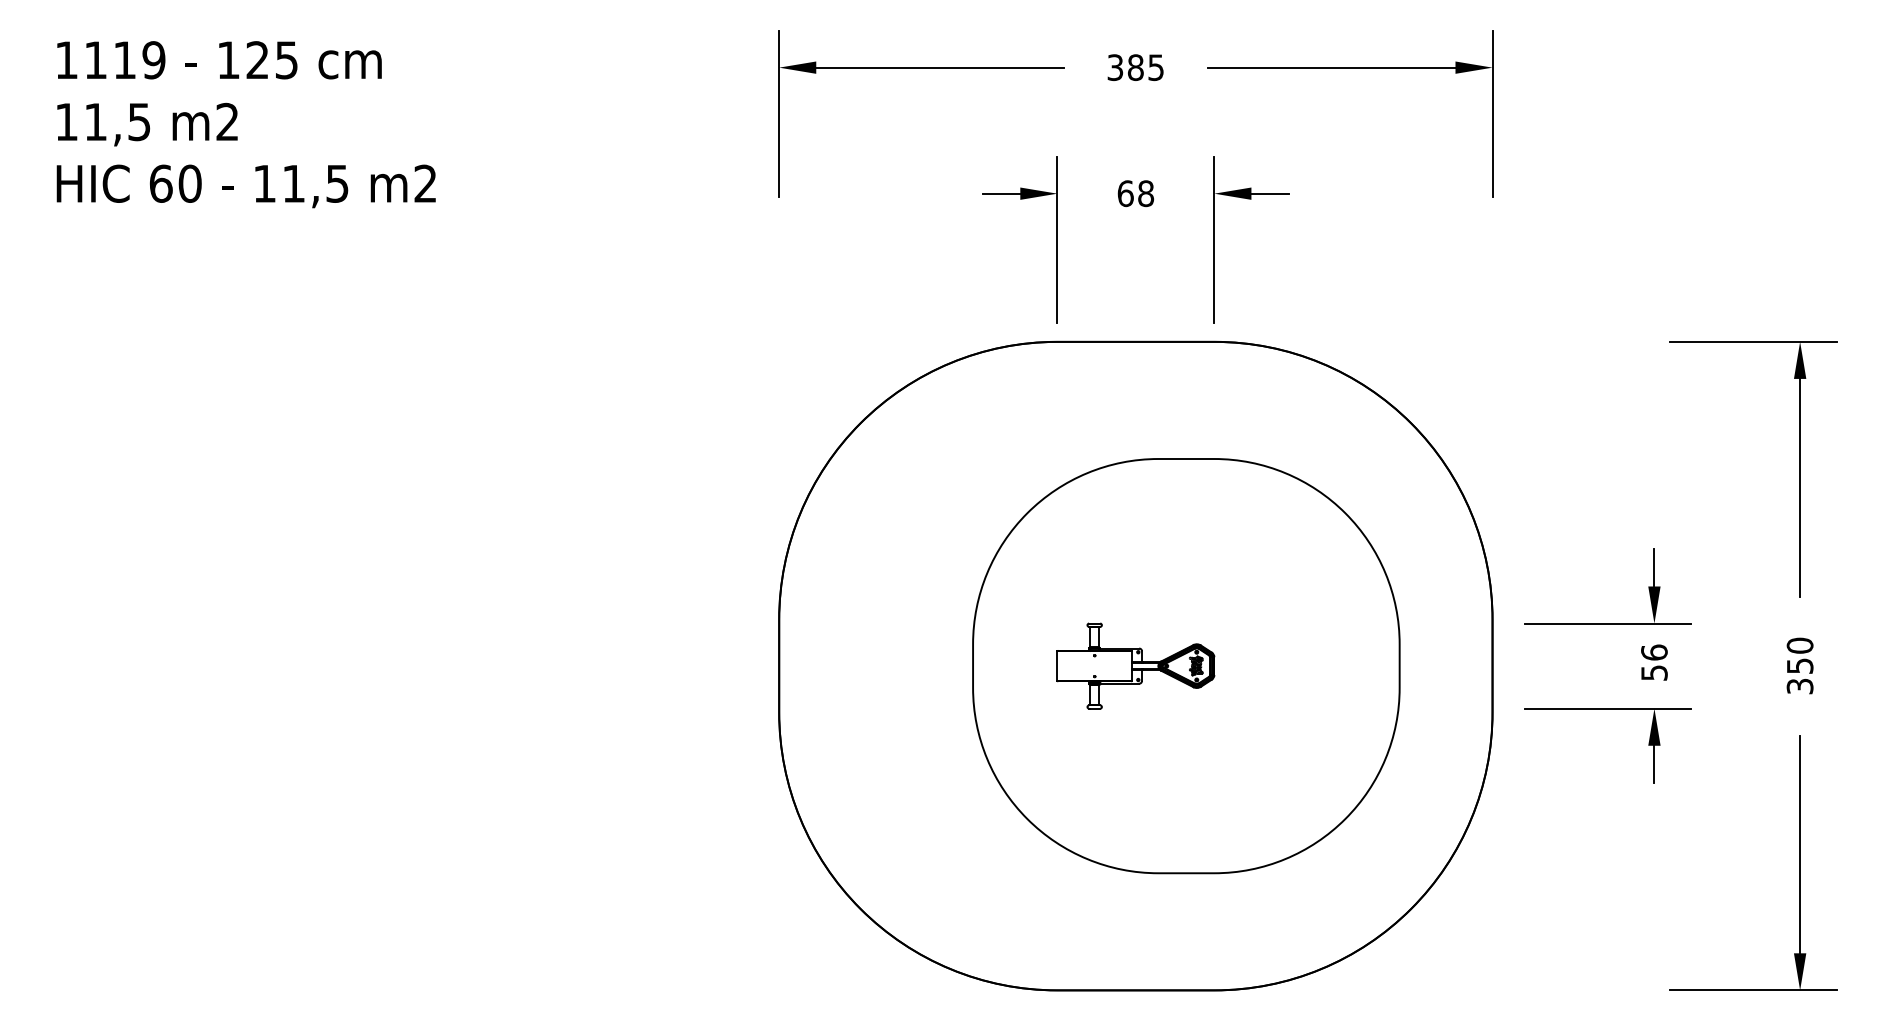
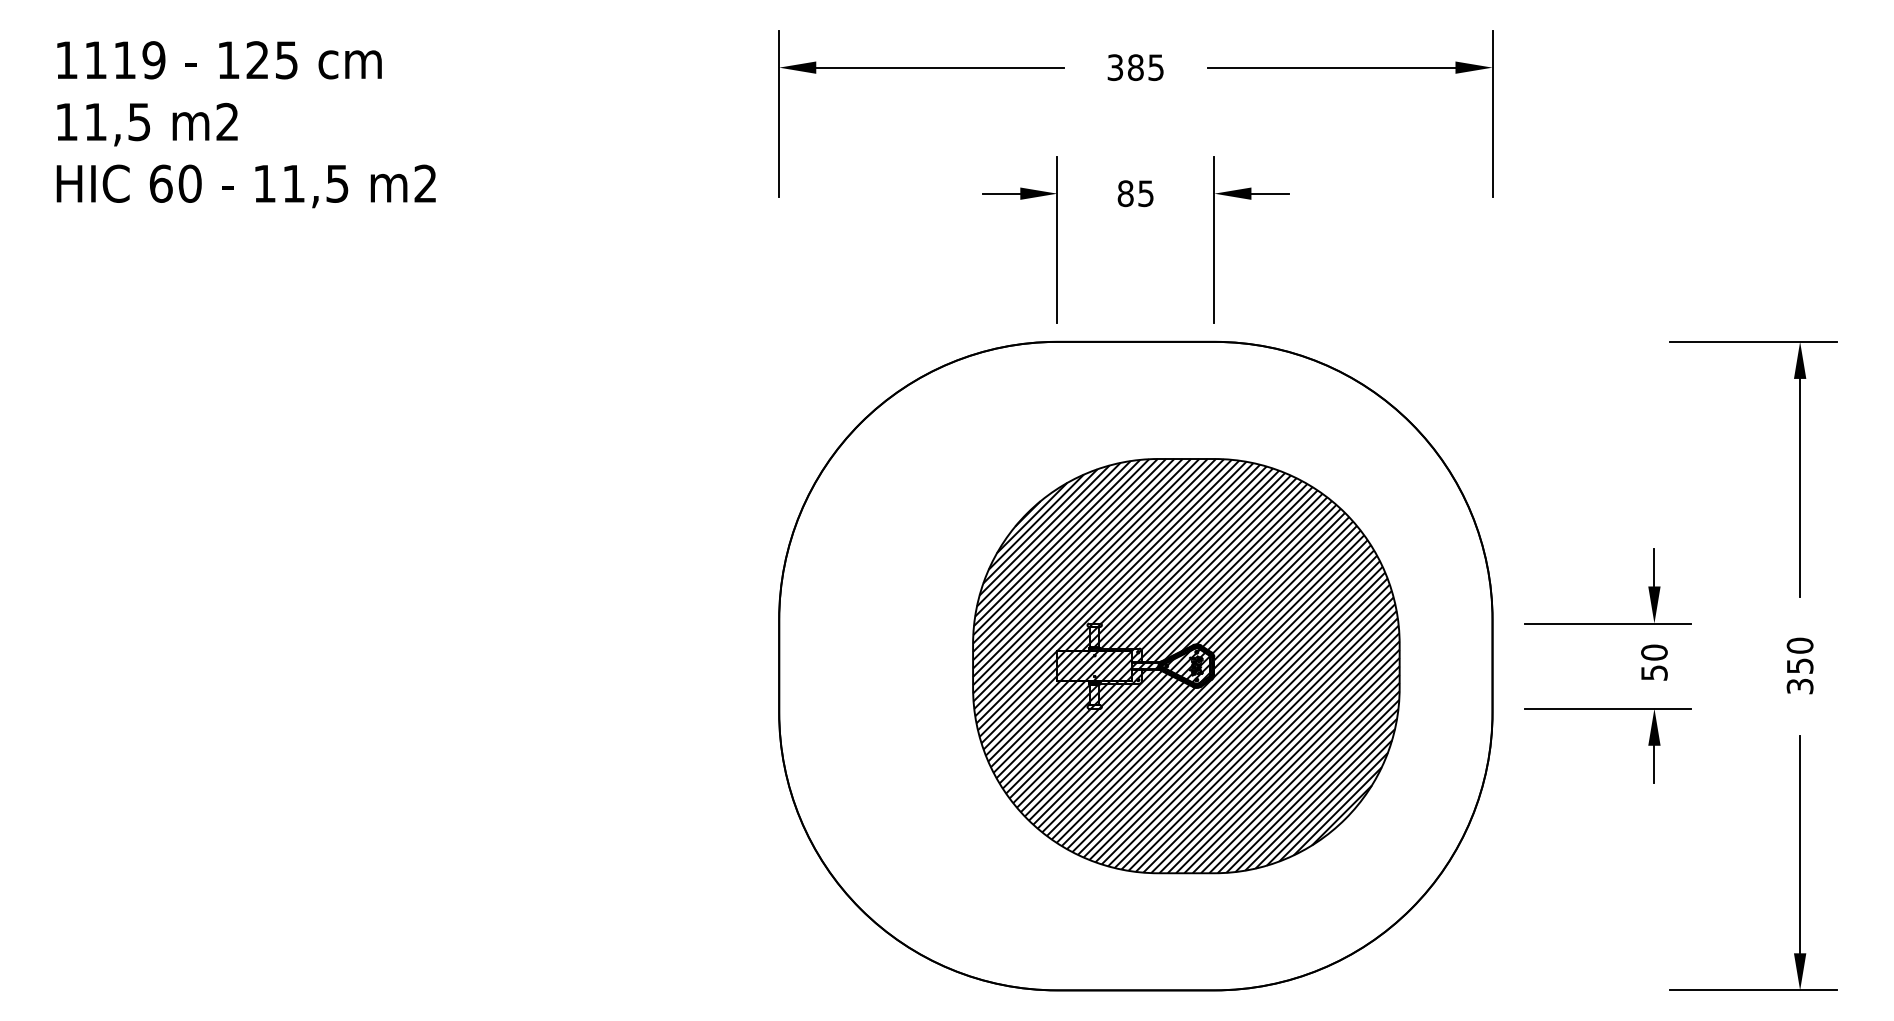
text at (1135, 193): 68 -> 85
text at (1654, 652): 56 -> 50
hatch at (1186, 666): none -> present
